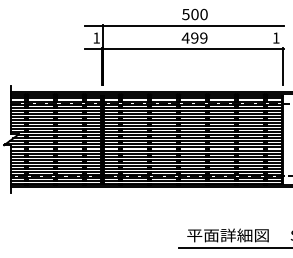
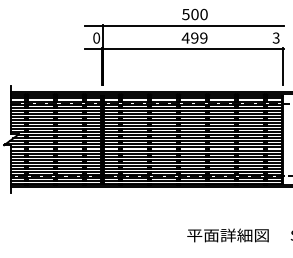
text at (96, 37): 1 -> 0
text at (275, 37): 1 -> 3
line at (234, 247): present -> none
